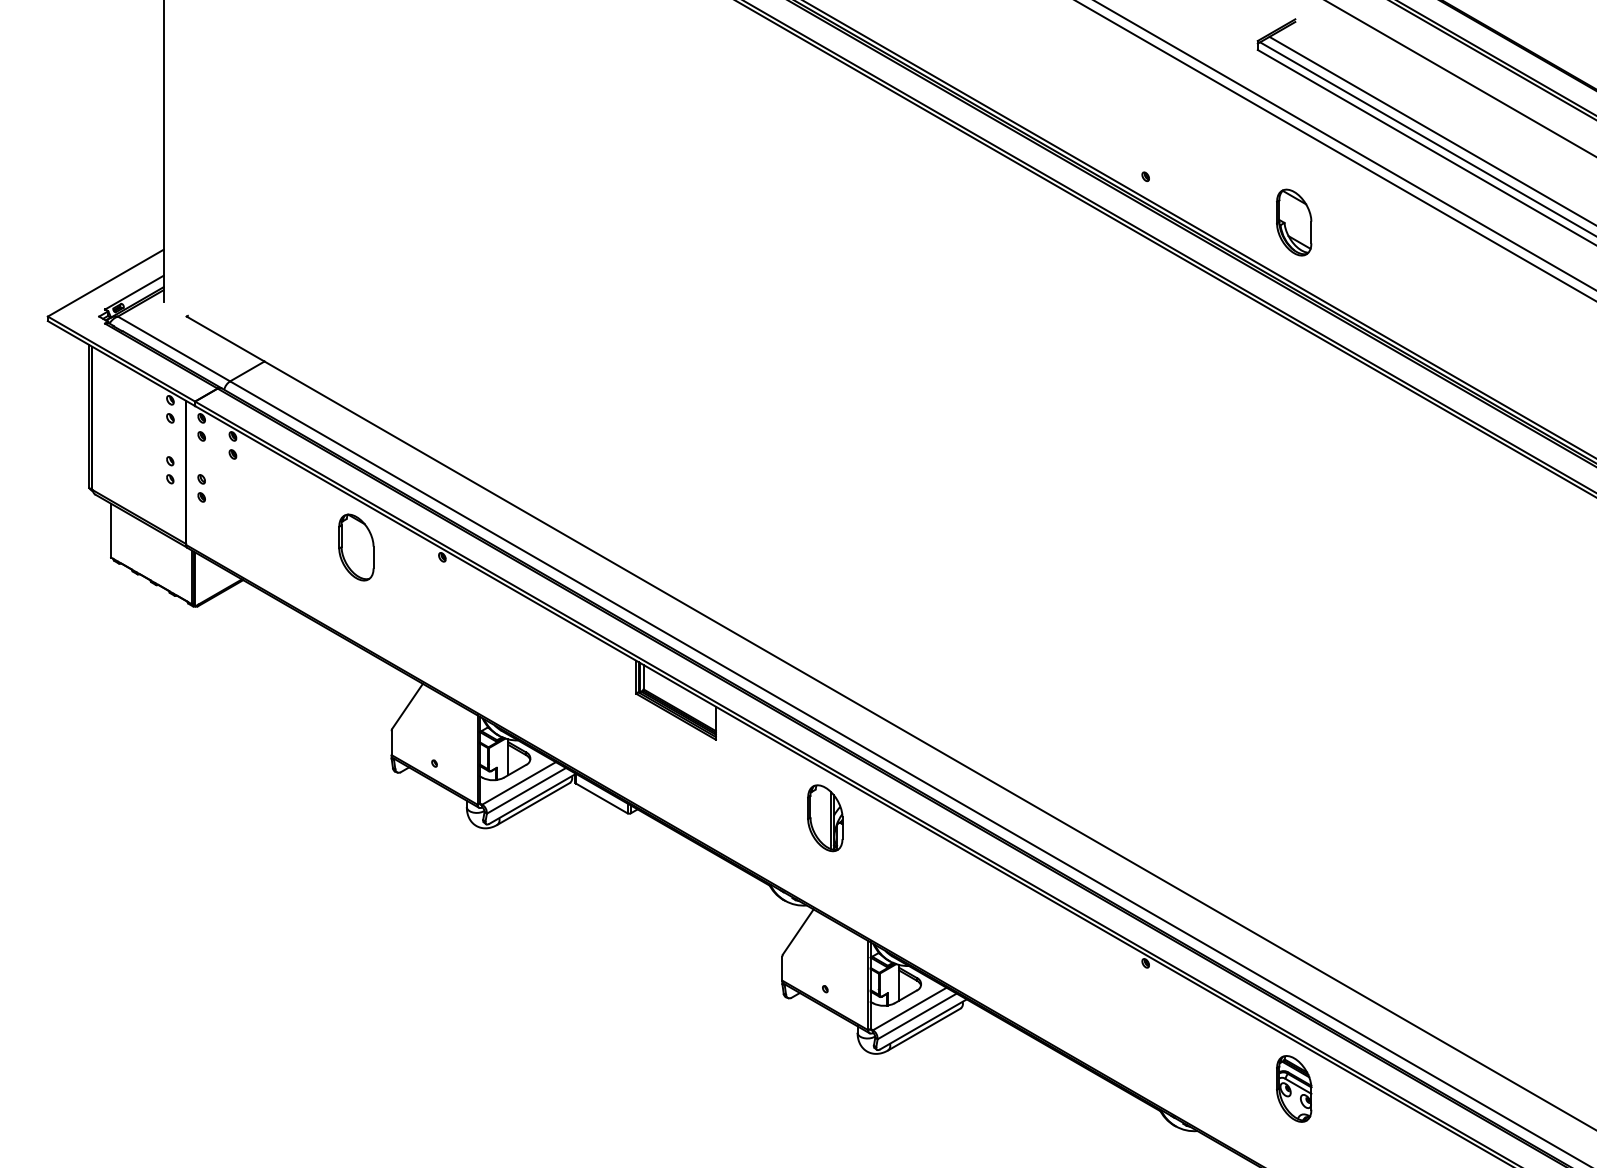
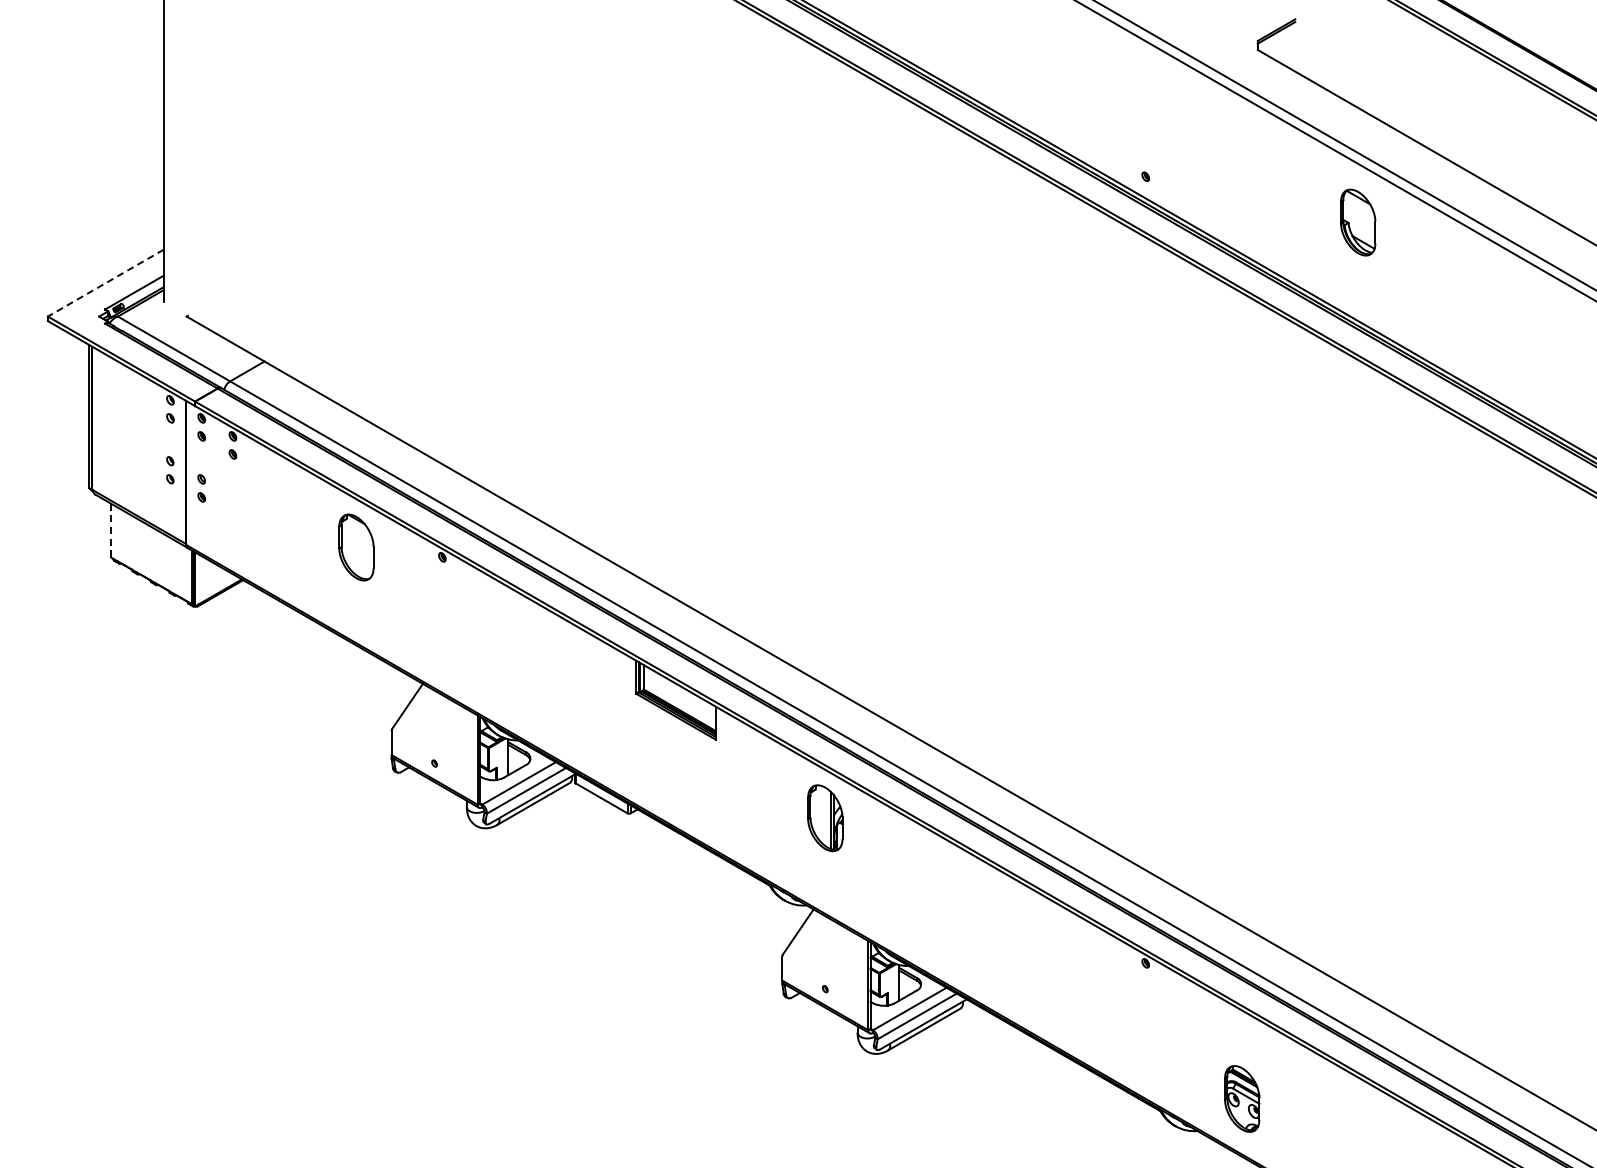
line at (1460, 78): present -> none
line at (1431, 129): present -> none
line at (1426, 138): present -> none
part at (1294, 222) position: (1294, 222) -> (1358, 222)
line at (105, 283): solid -> dashed
line at (111, 530): solid -> dashed
part at (1294, 1088) position: (1294, 1088) -> (1242, 1098)
